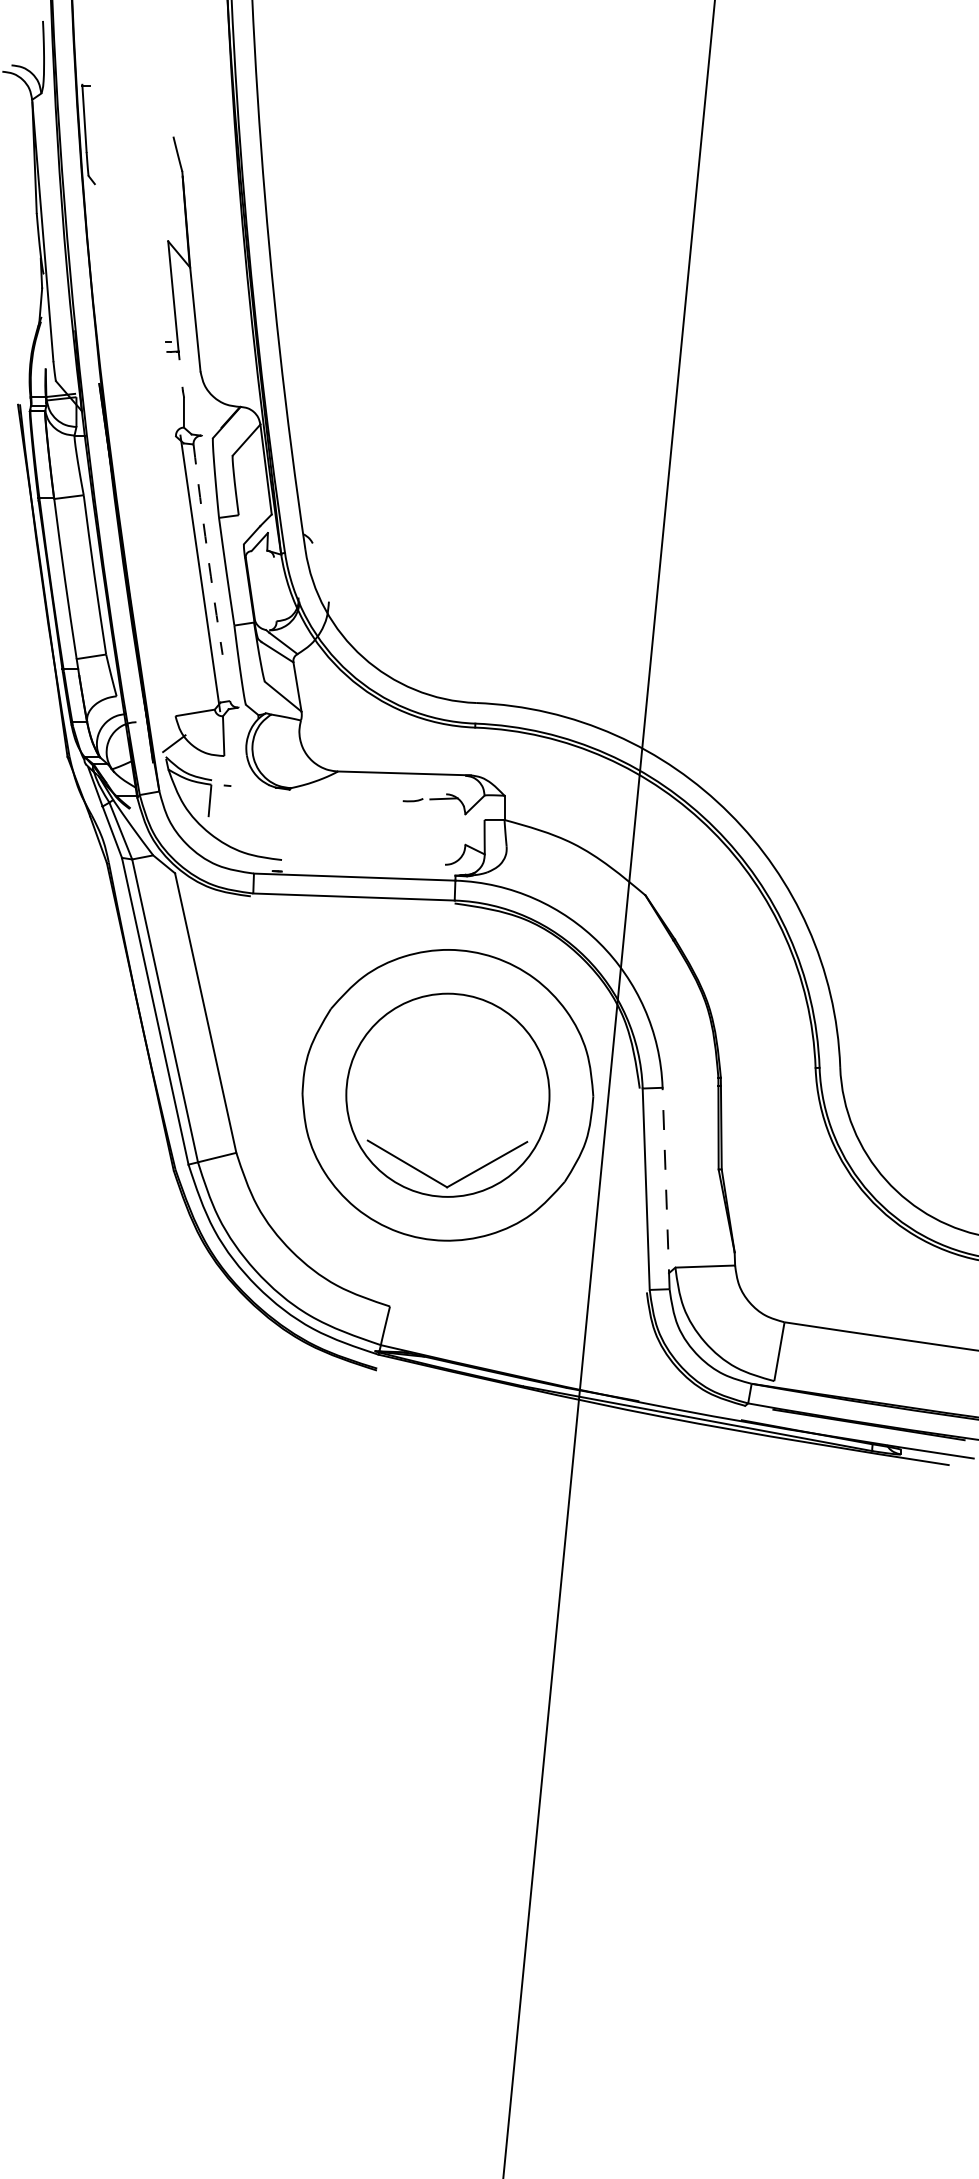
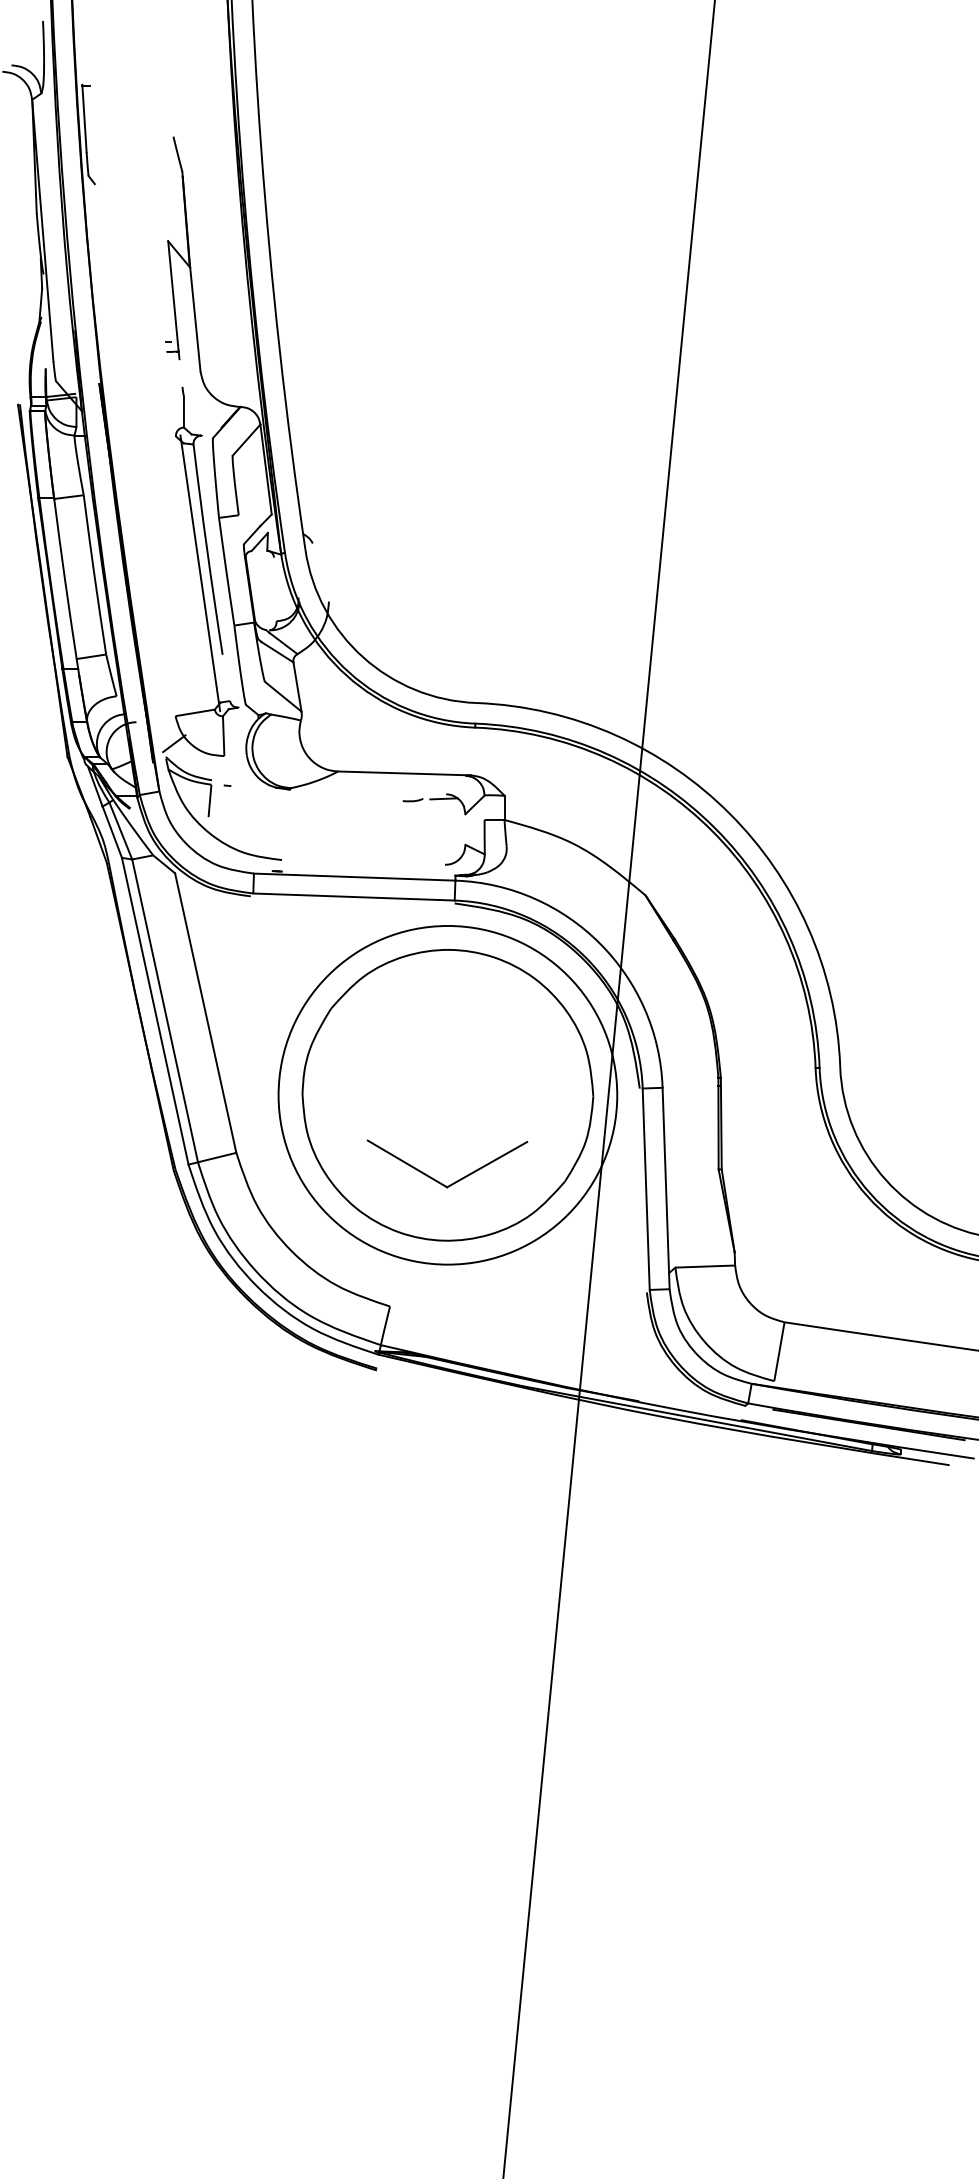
arc at (207, 549): dashed -> solid
circle at (447, 1094) diameter: 203 px -> 339 px
line at (666, 1188): dashed -> solid
